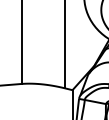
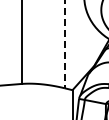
line at (64, 44): solid -> dashed
